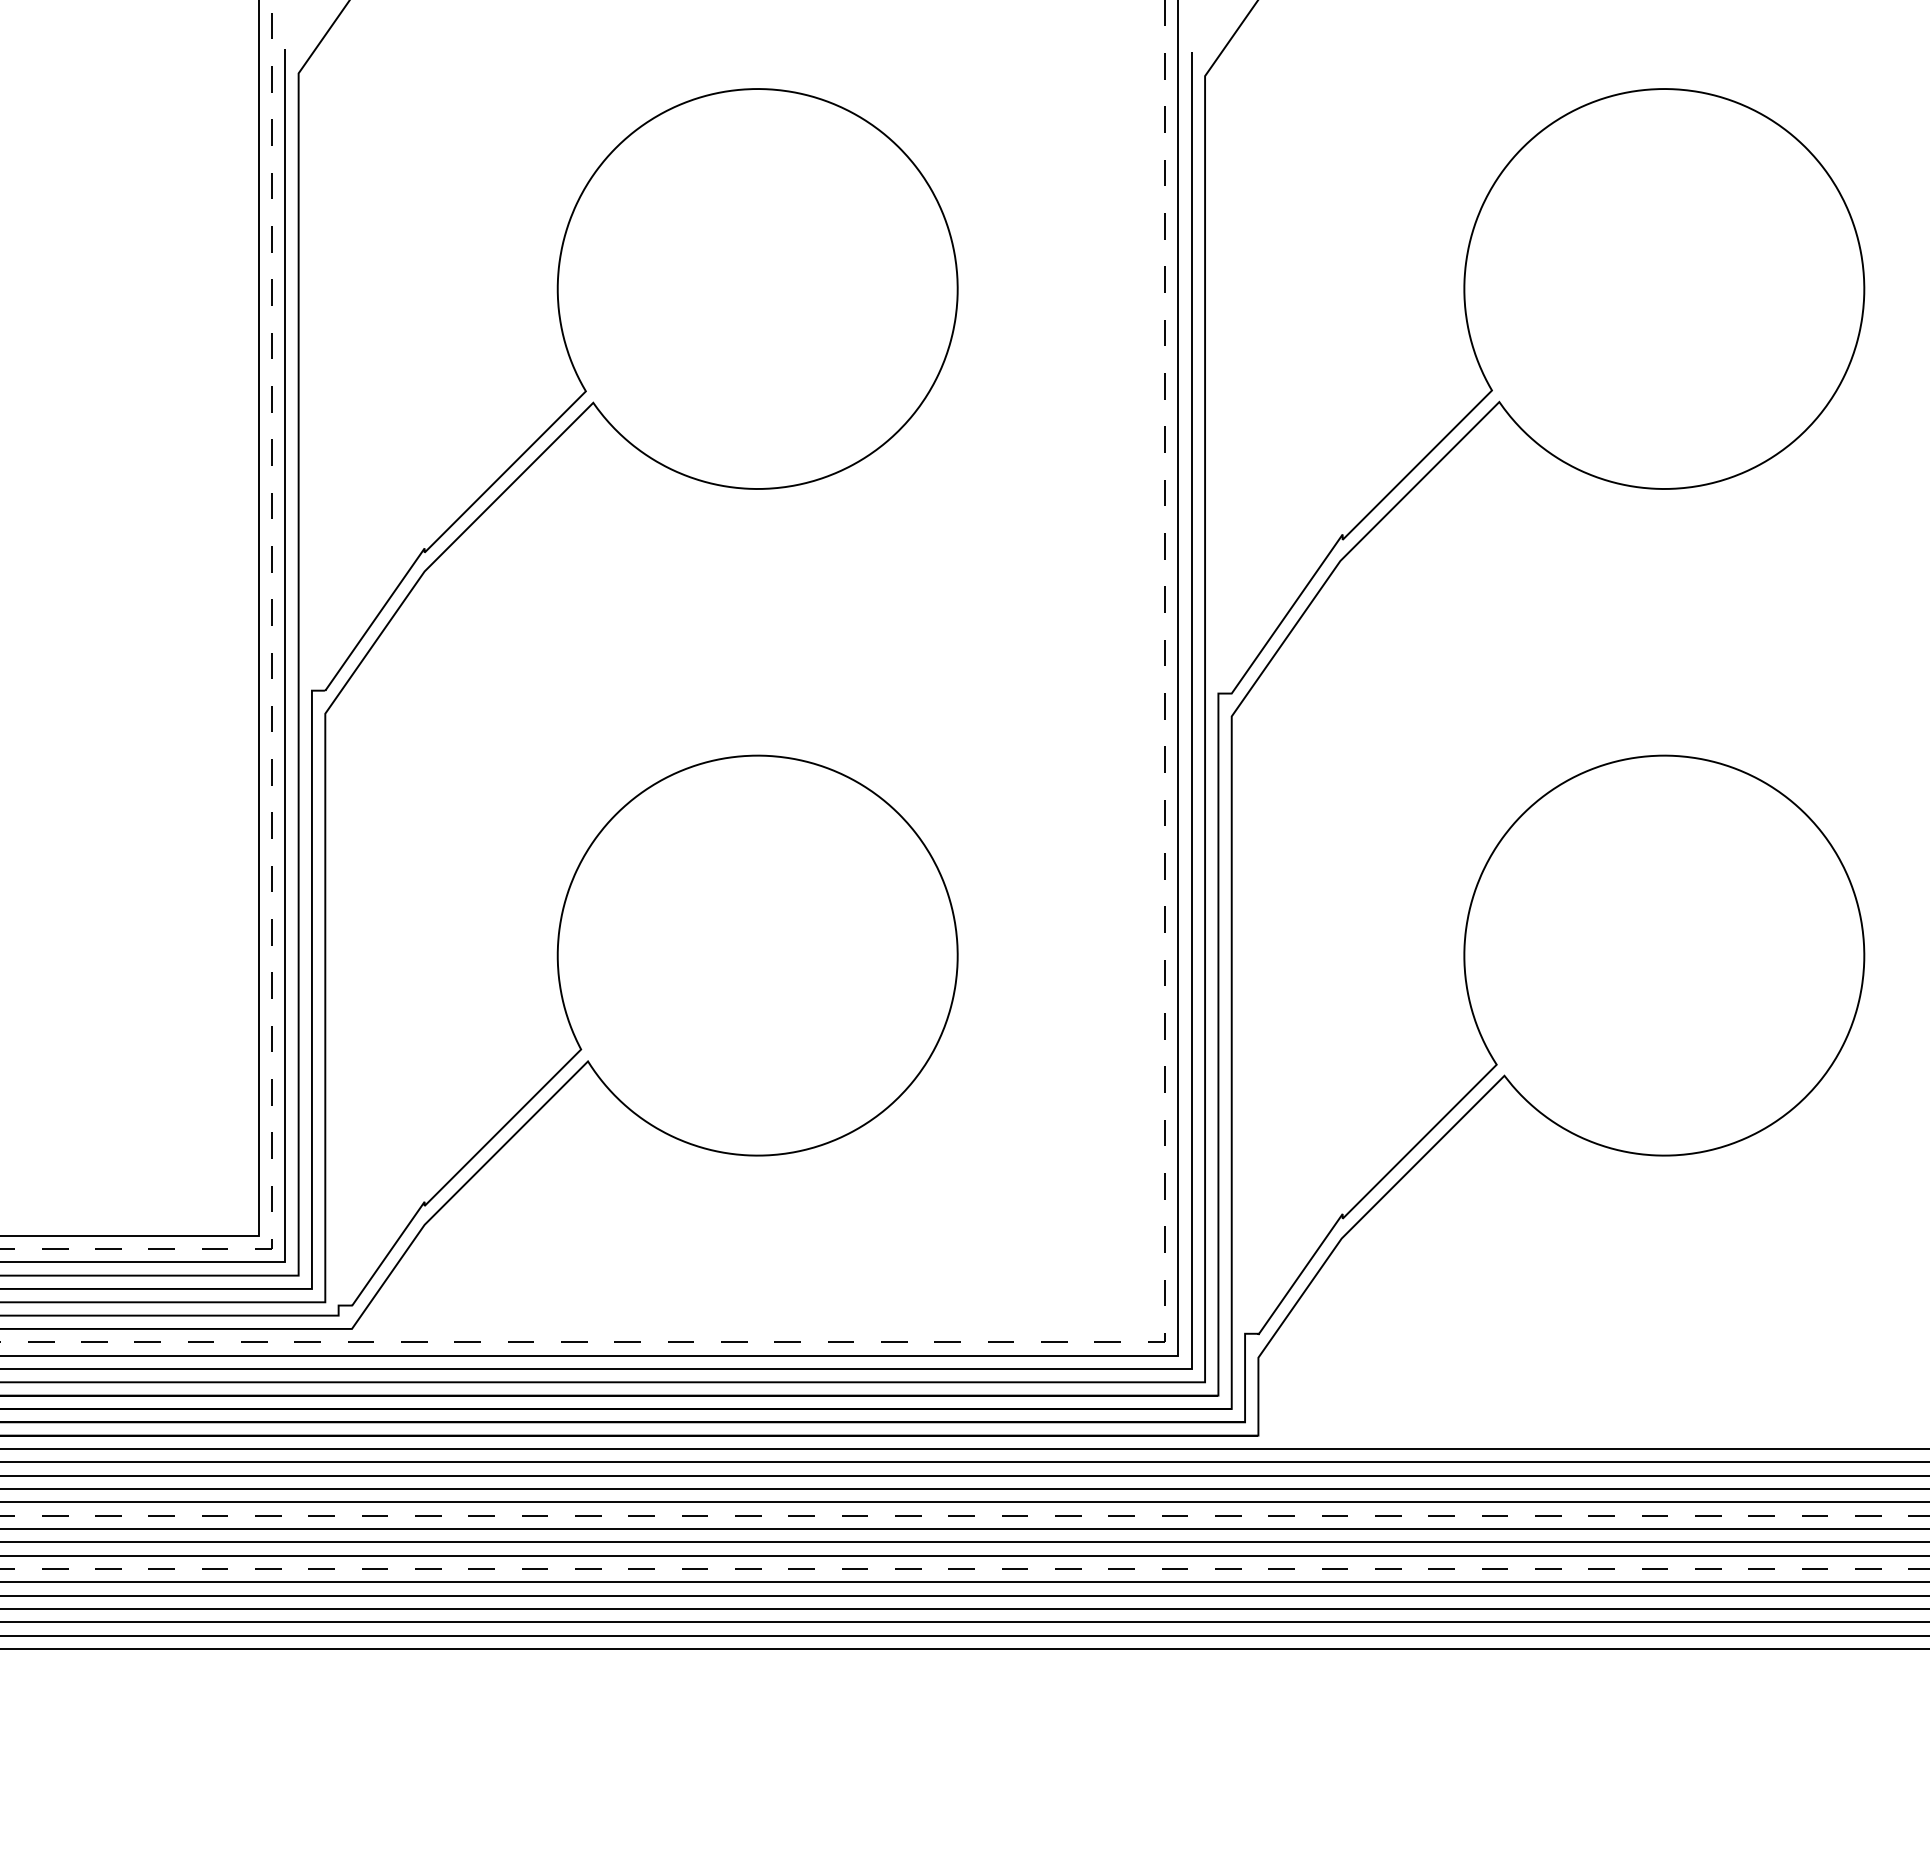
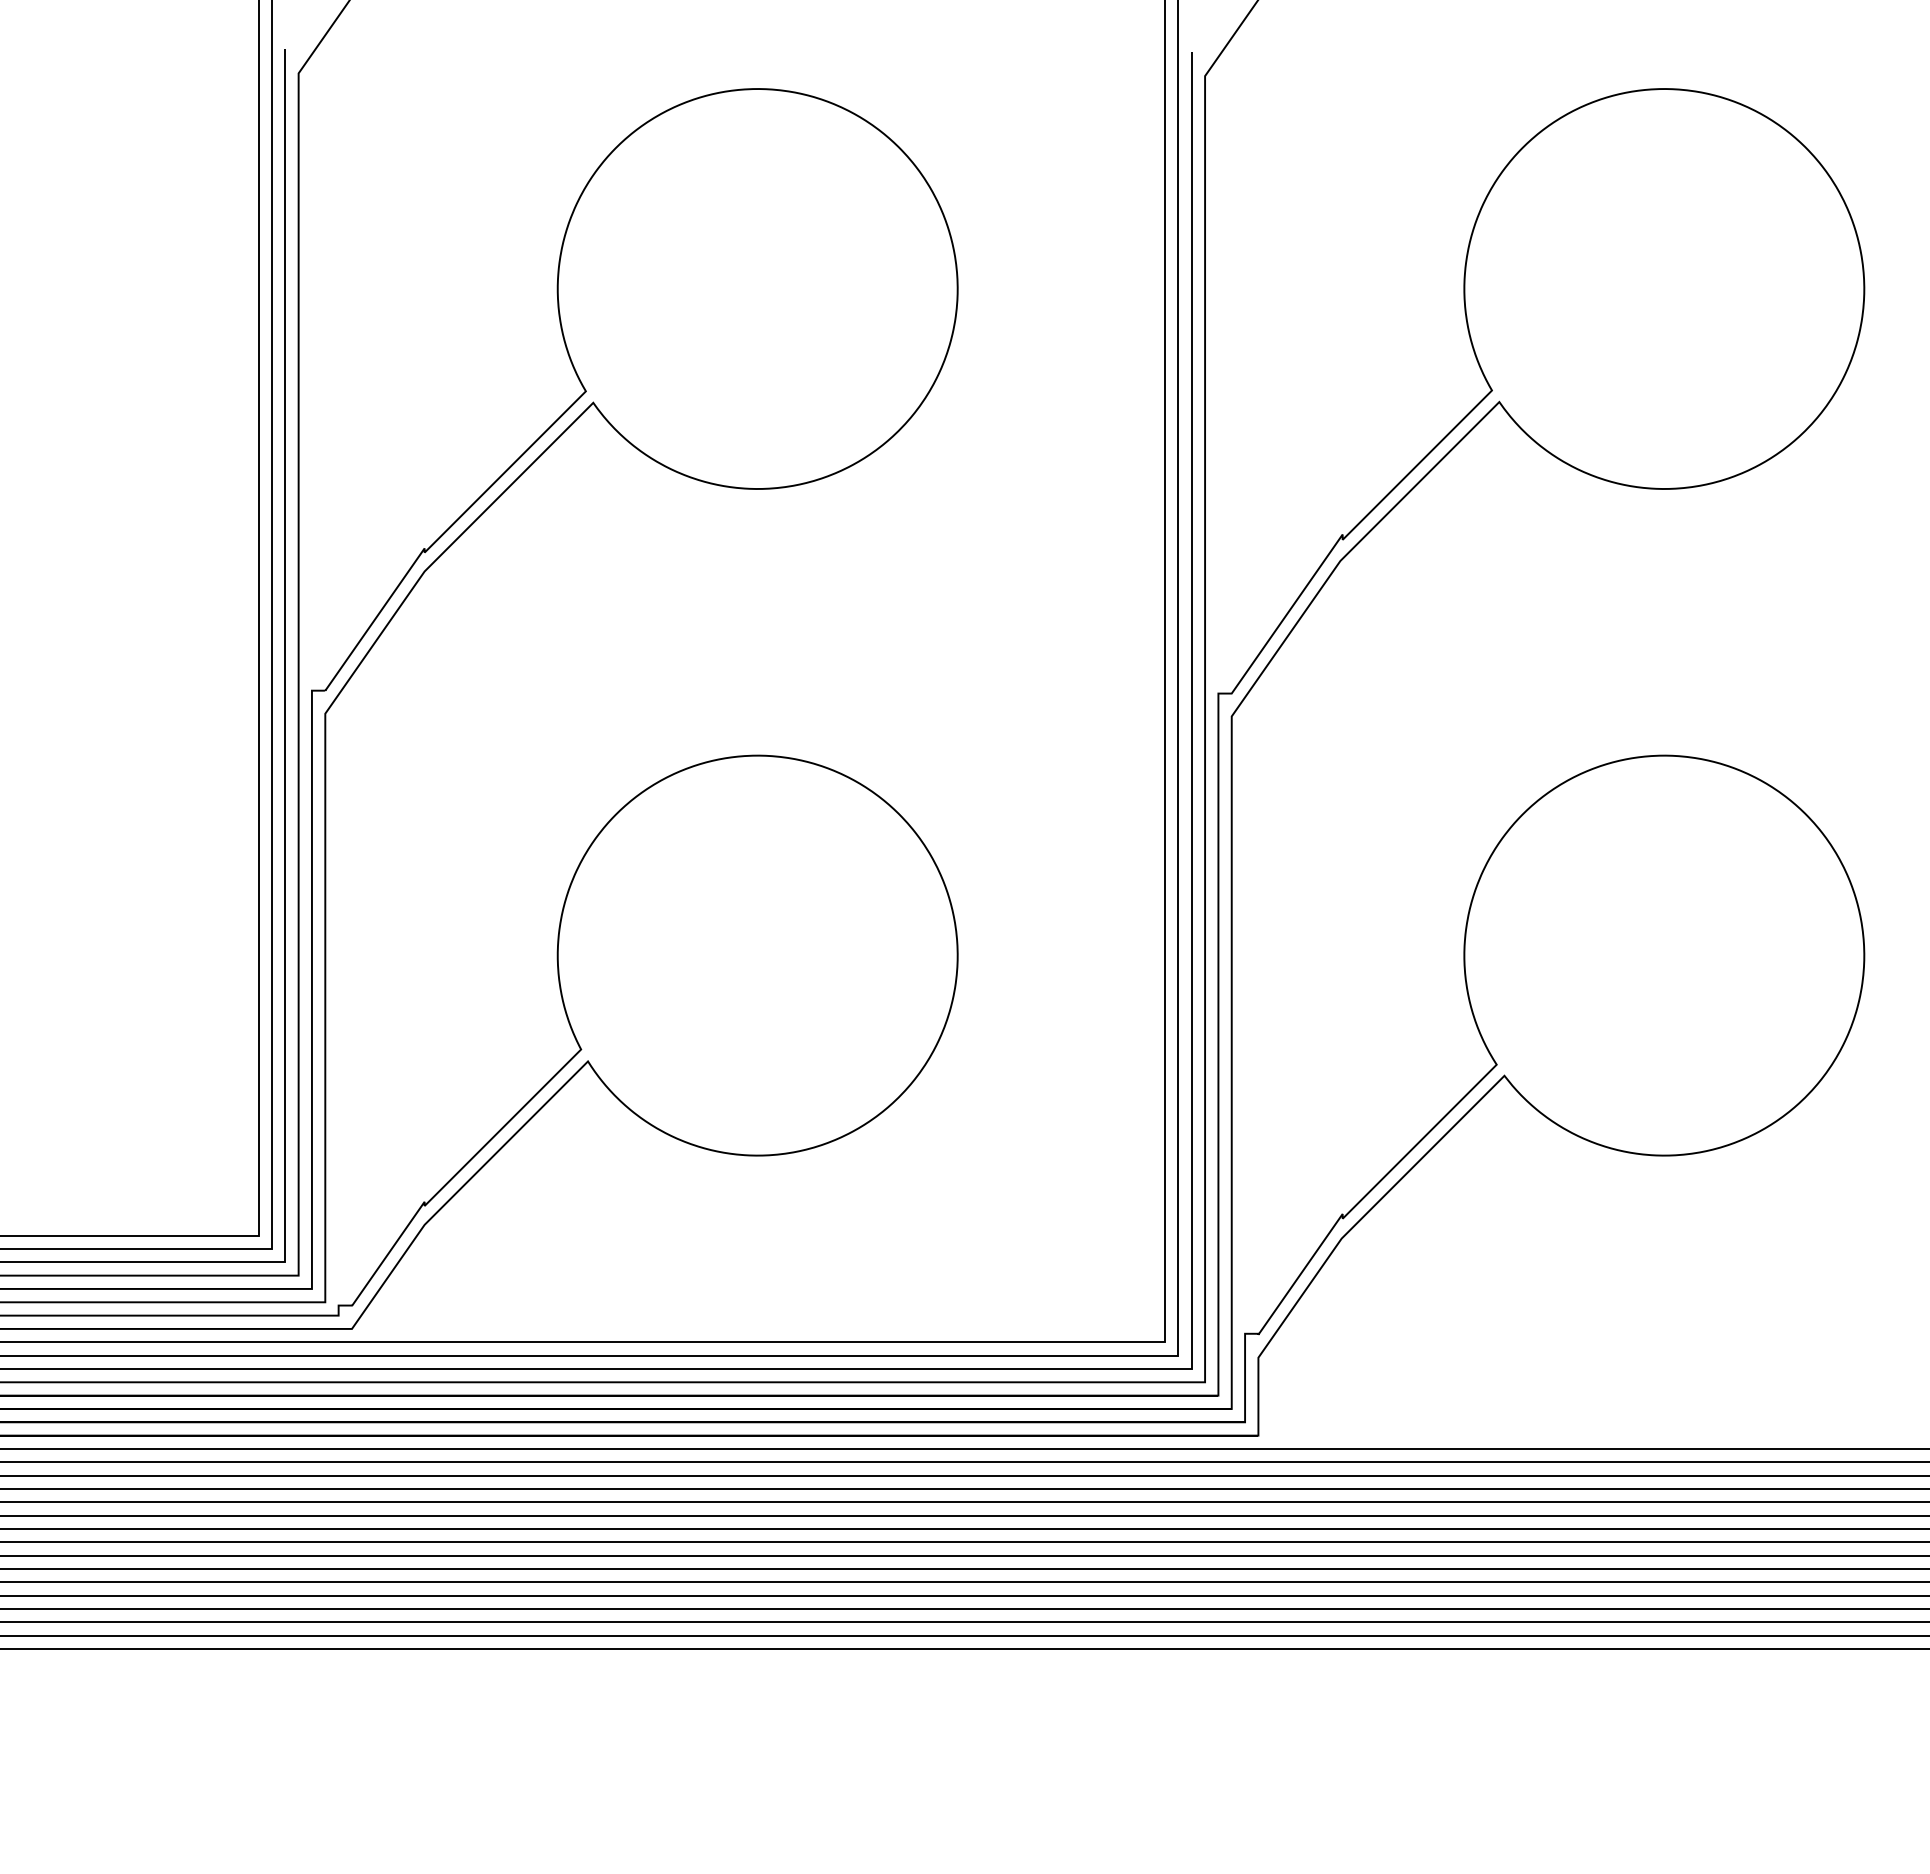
line at (271, 760): dashed -> solid
line at (1165, 1172): dashed -> solid
line at (965, 1515): dashed -> solid
line at (965, 1568): dashed -> solid
